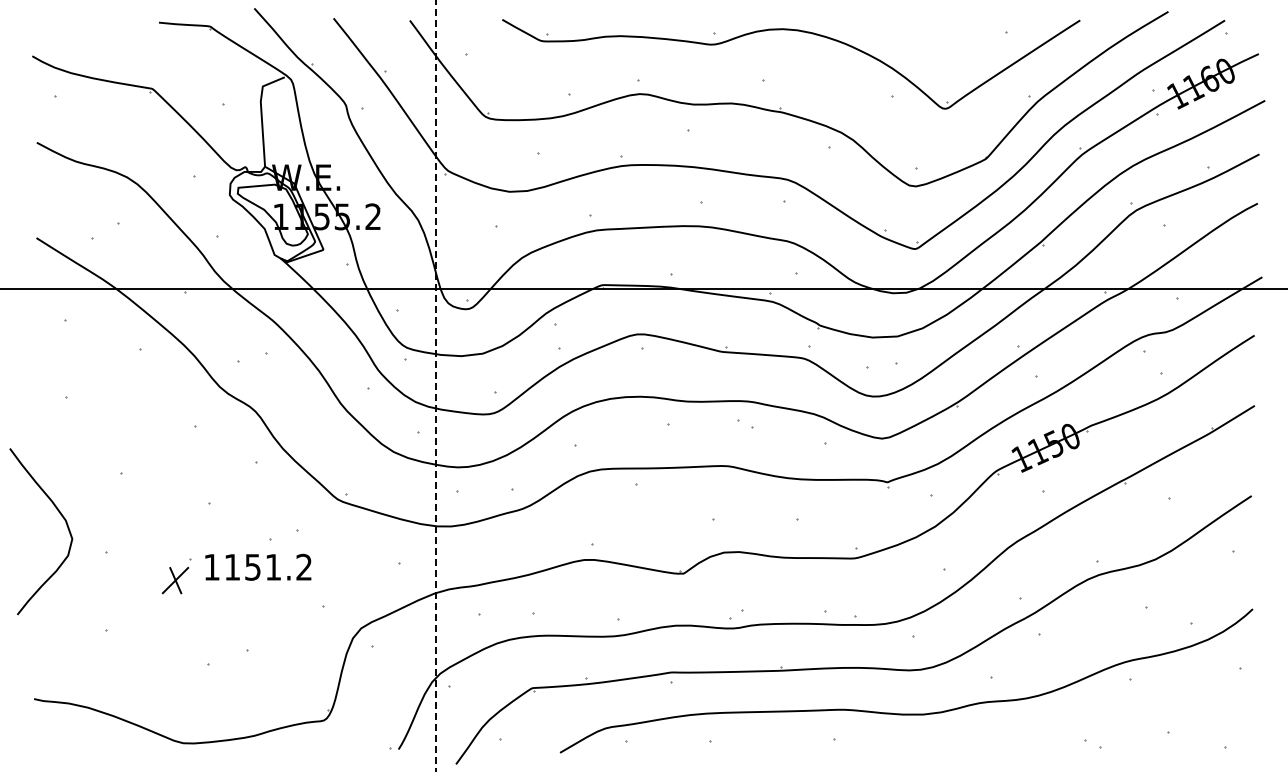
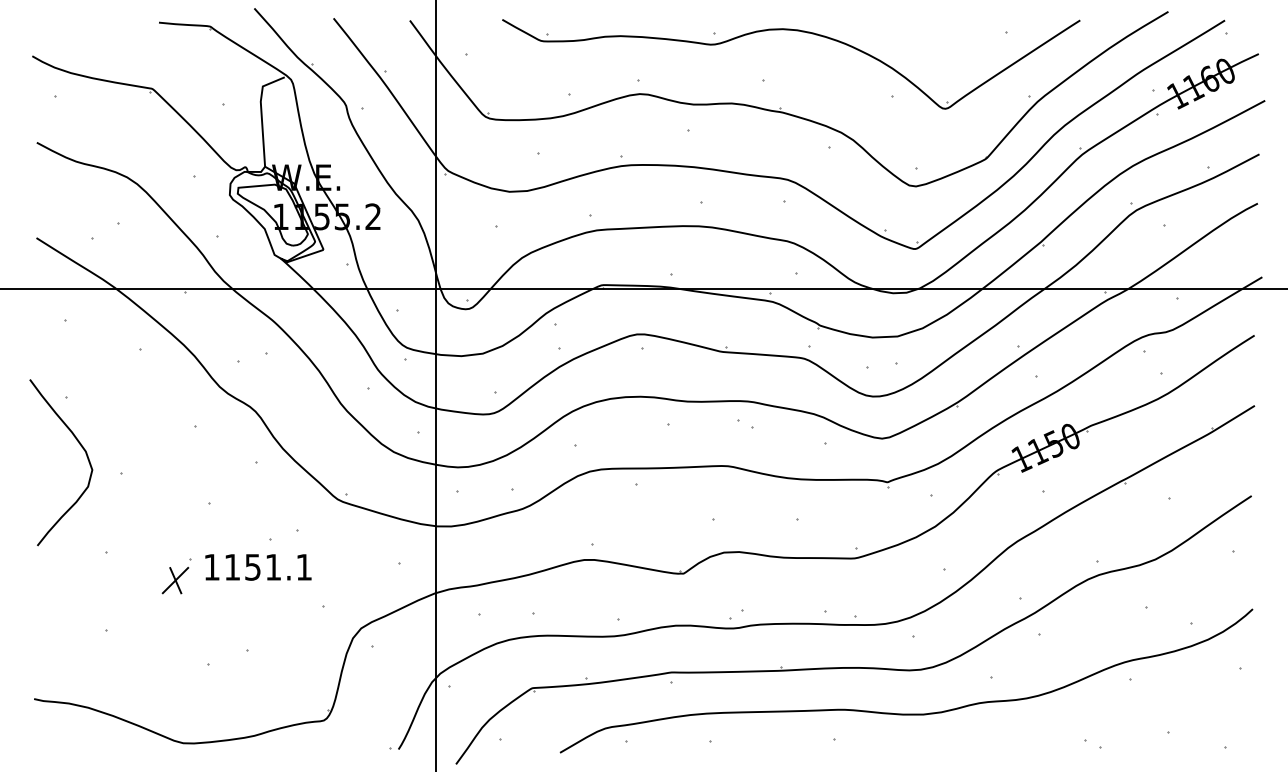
line at (435, 385): dashed -> solid
curve at (61, 516) position: (61, 516) -> (81, 447)
text at (303, 566): 1151.2 -> 1151.1
